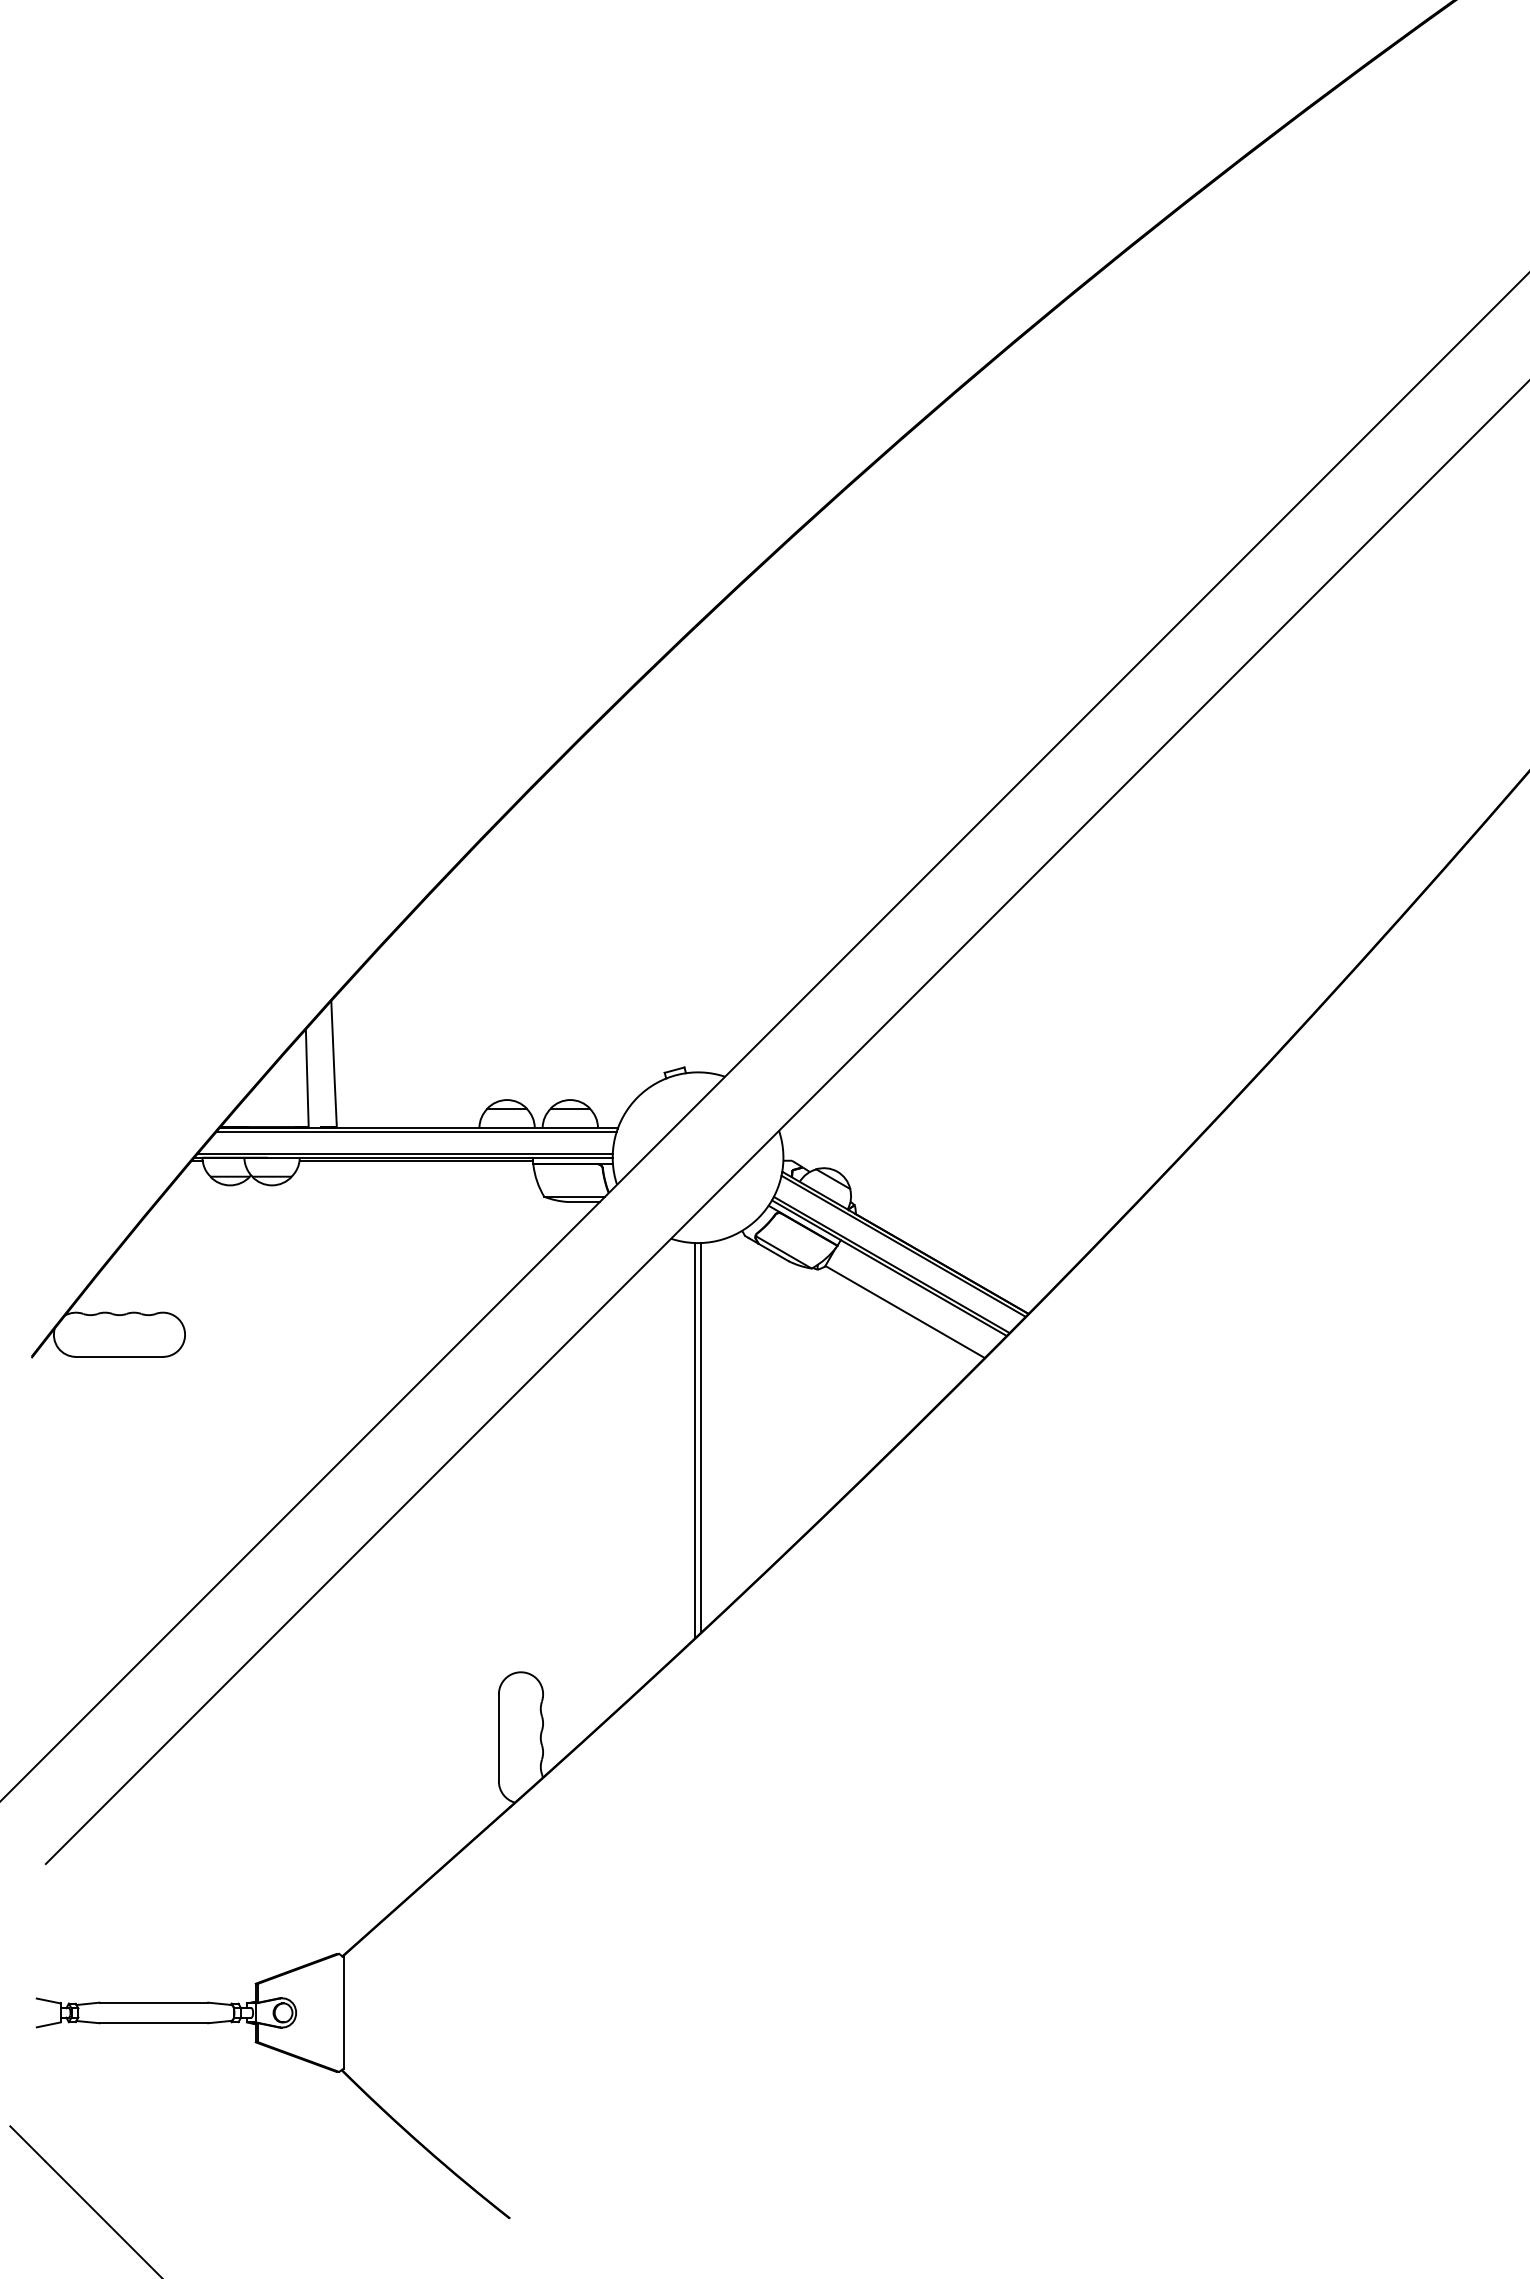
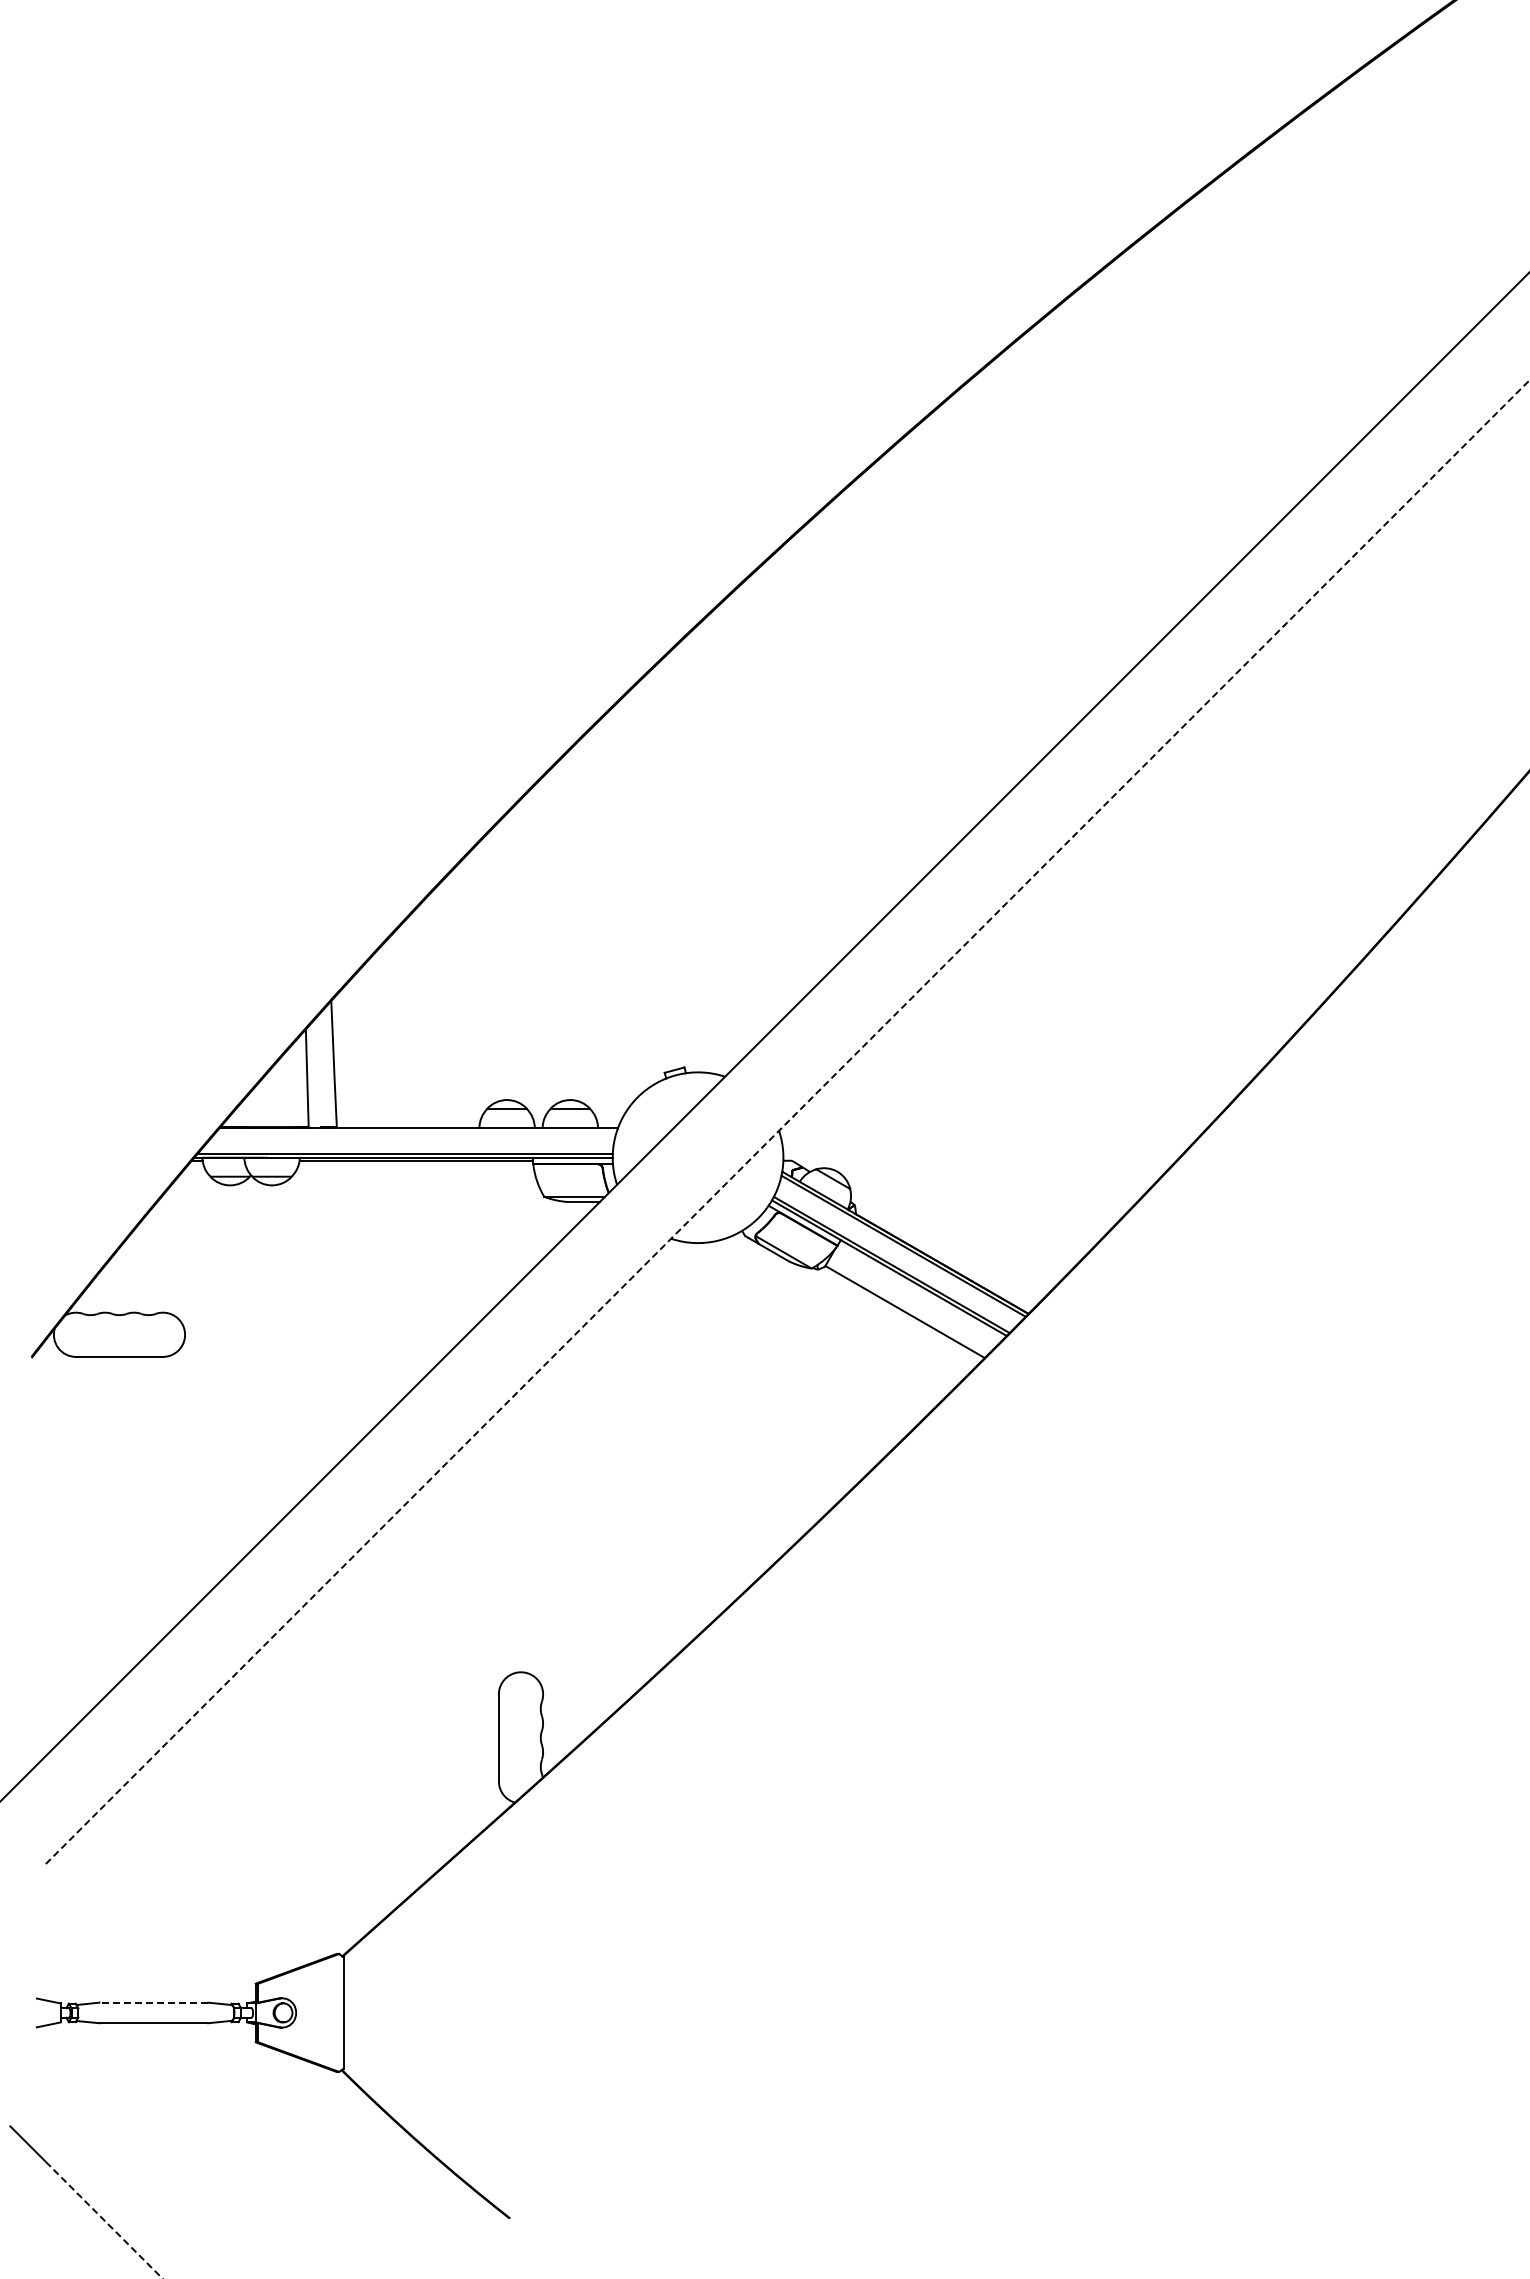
line at (788, 1121): solid -> dashed
line at (416, 1131): present -> none
line at (701, 1437): present -> none
line at (694, 1440): present -> none
line at (153, 2002): solid -> dashed
line at (104, 2220): solid -> dashed
